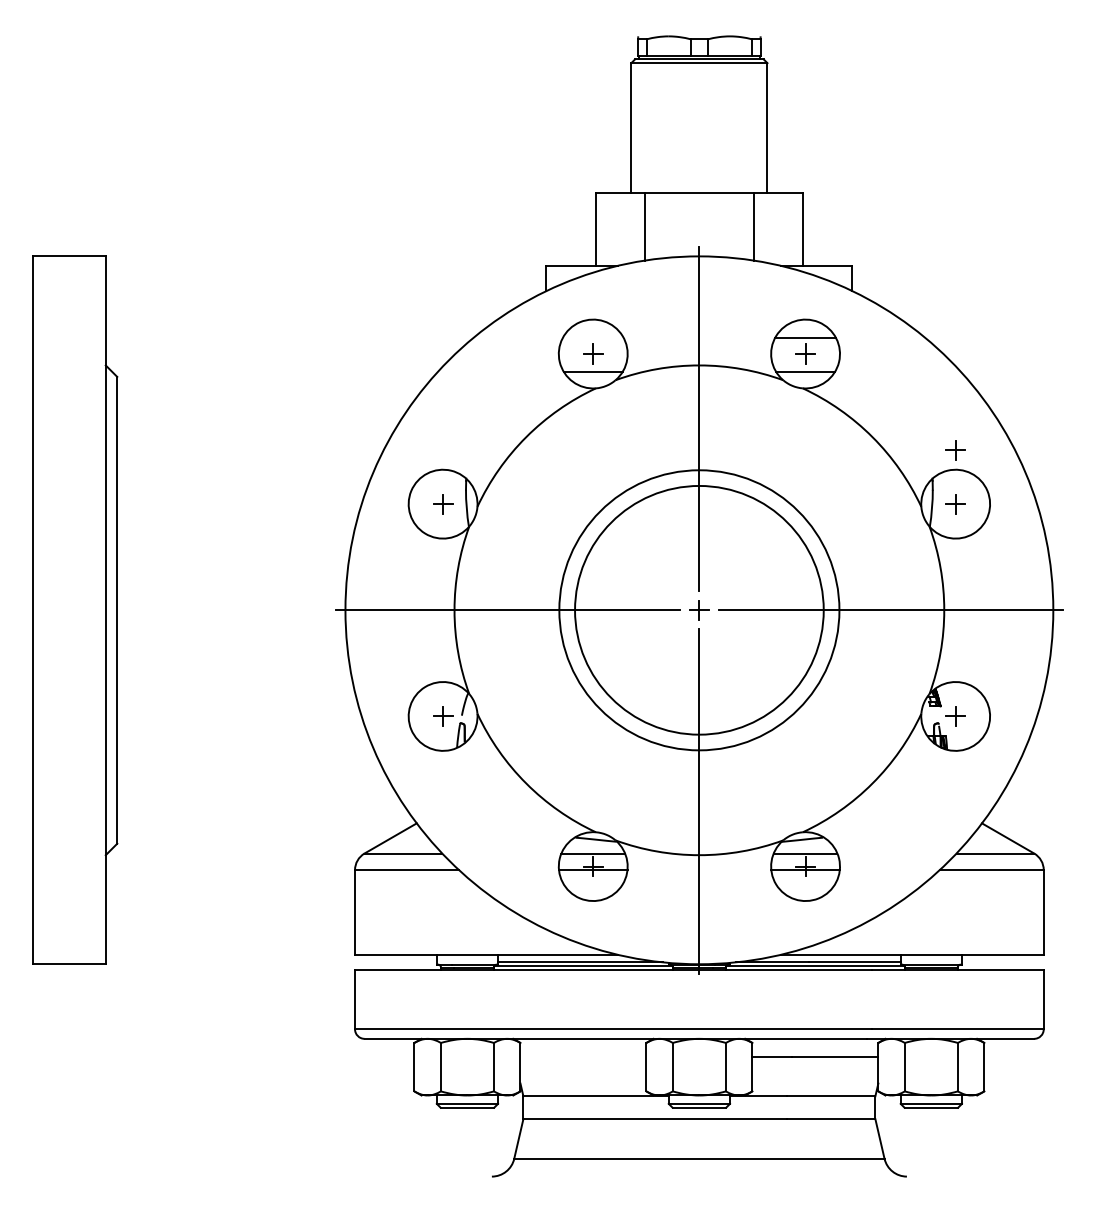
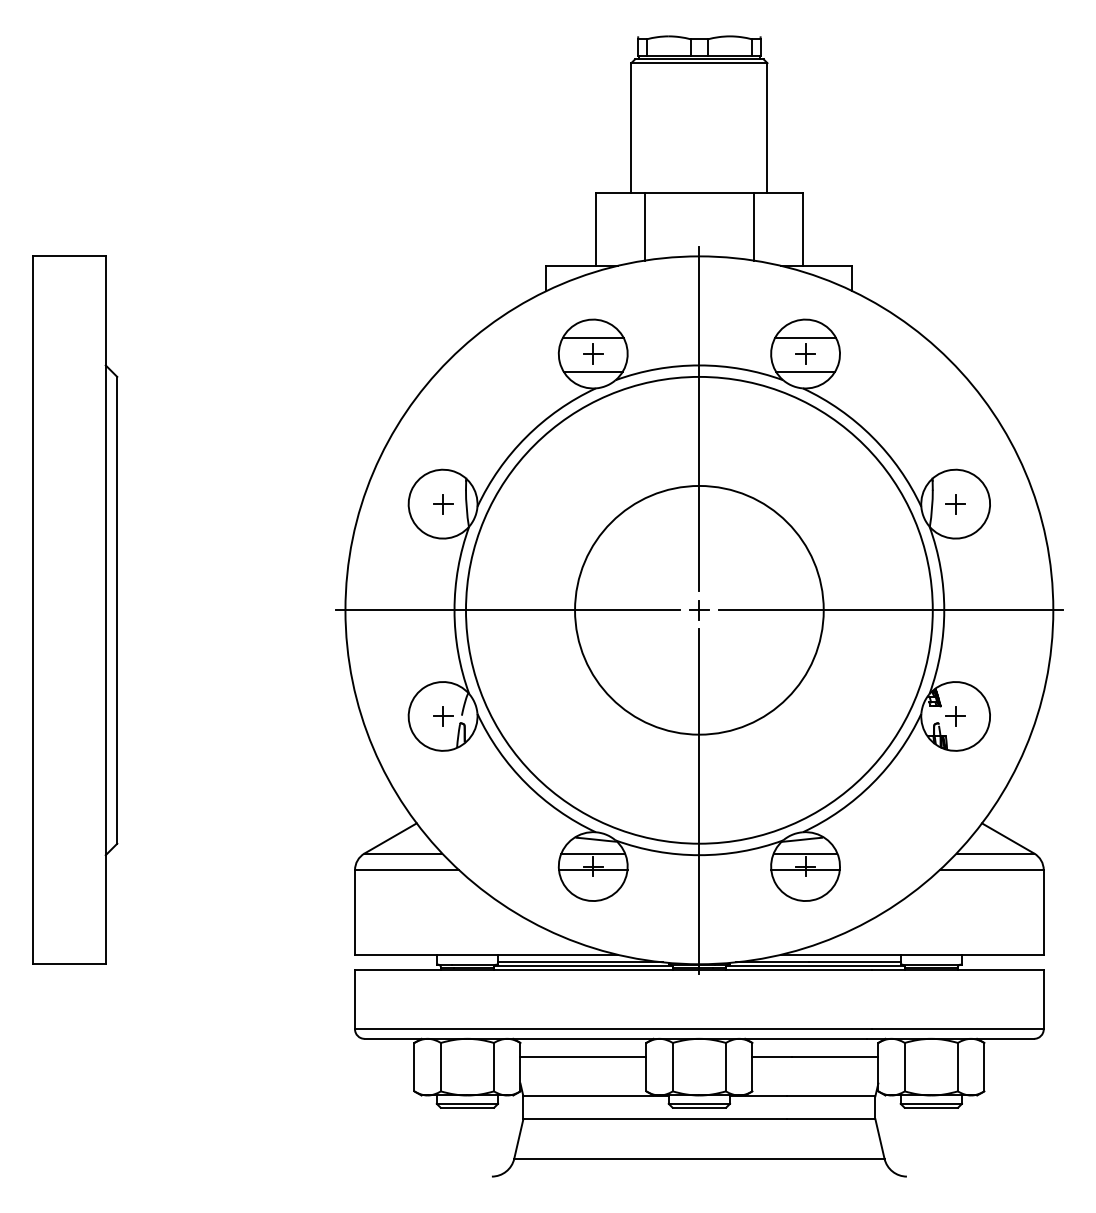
line at (592, 337): none -> present
part at (955, 450): present -> none
circle at (699, 610) diameter: 280 px -> 467 px
line at (583, 1056): none -> present
